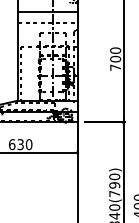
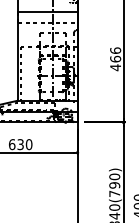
text at (115, 59): 700 -> 466
